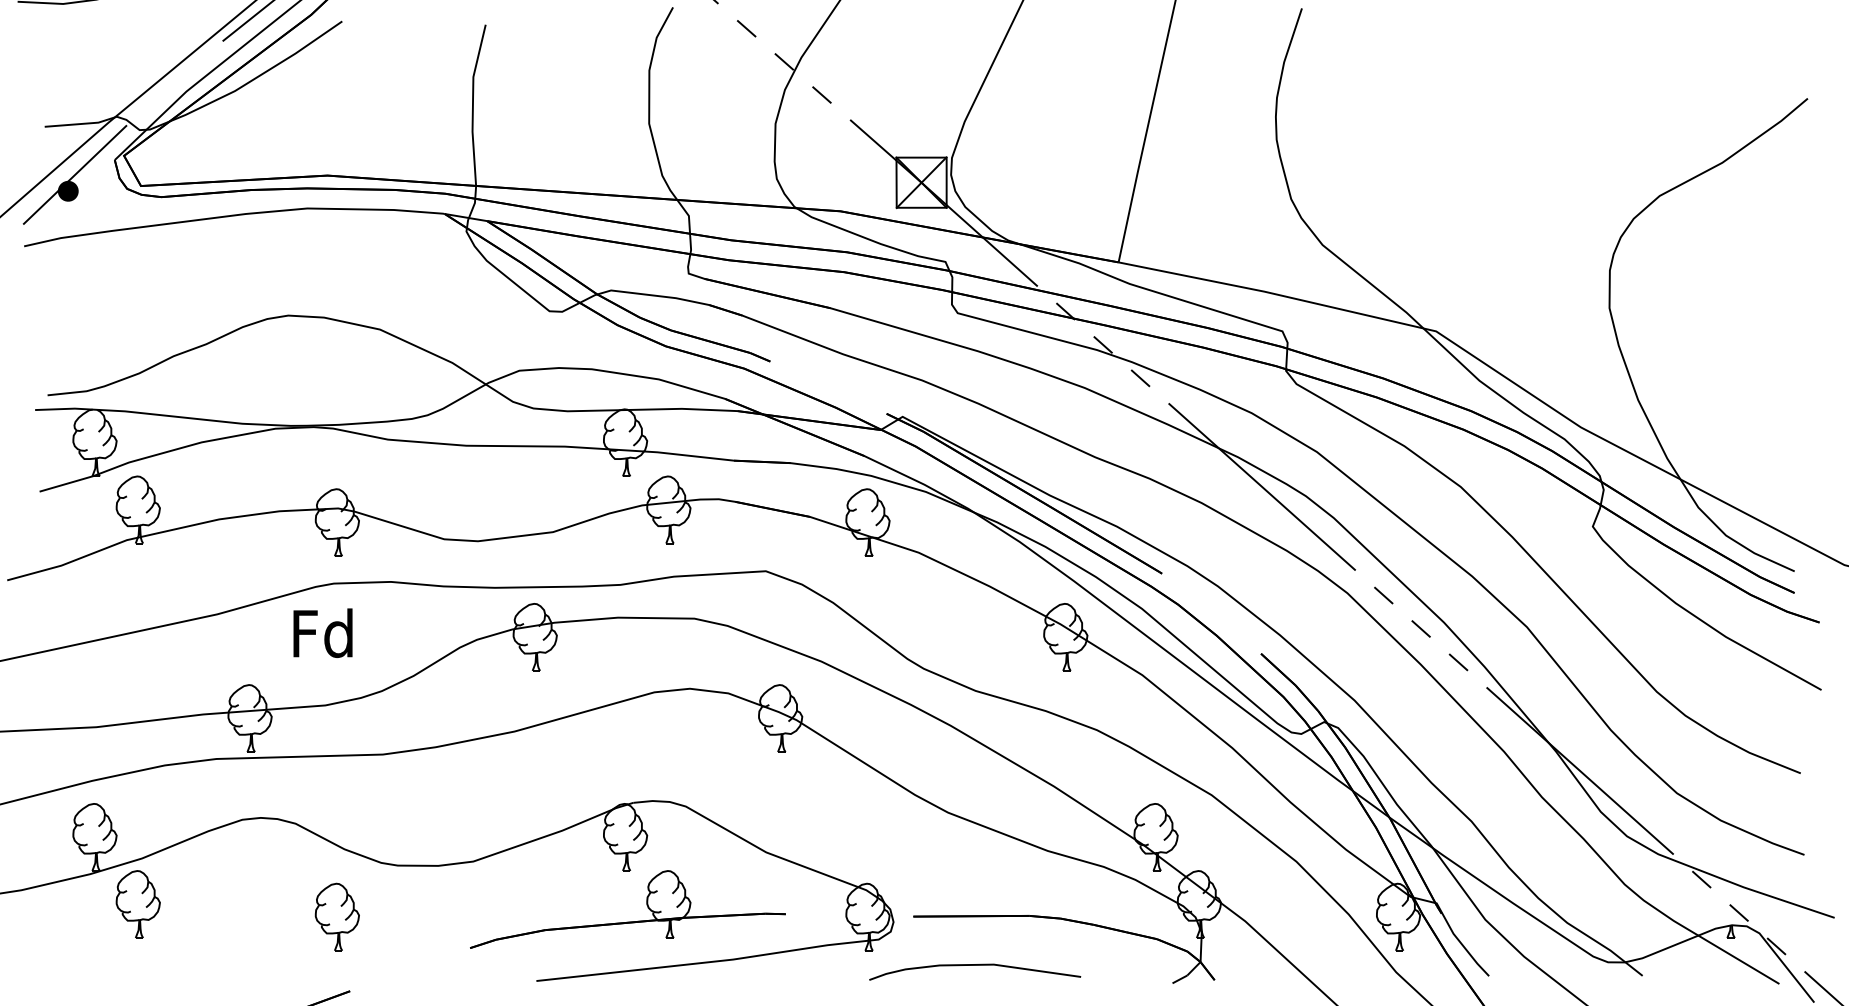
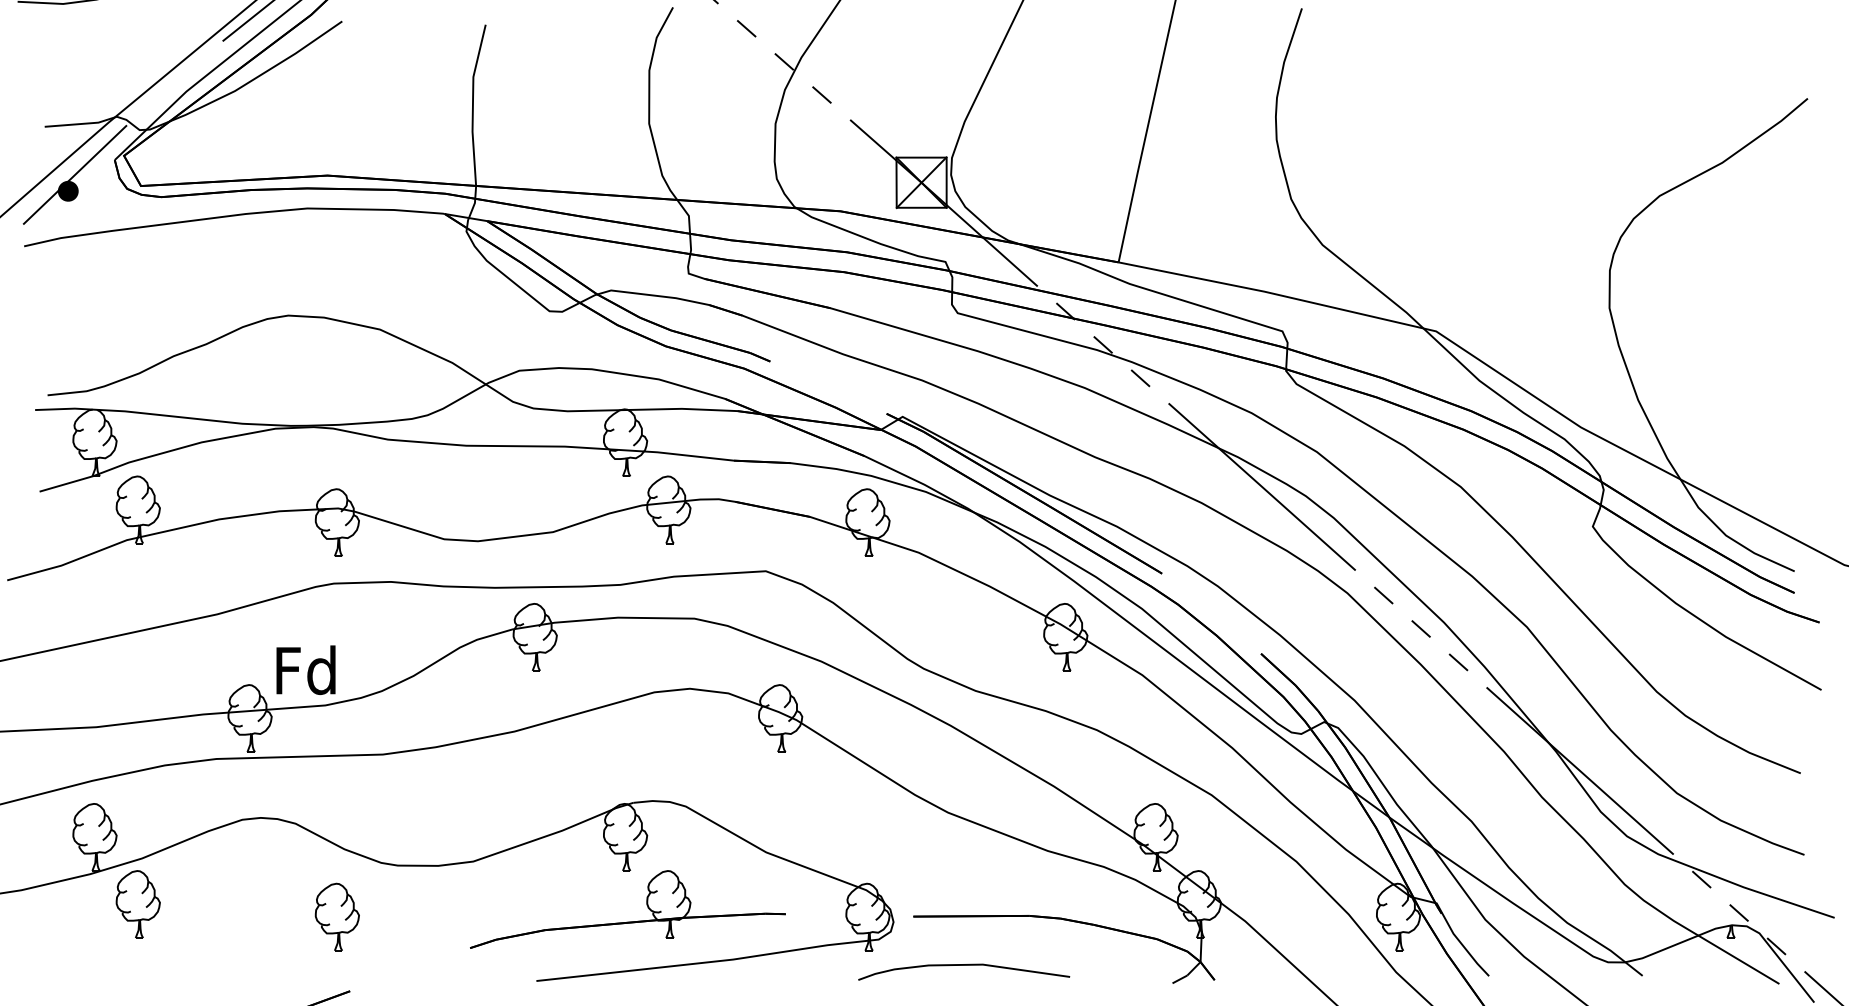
text at (322, 632) position: (322, 632) -> (305, 669)
curve at (975, 965) position: (975, 965) -> (964, 965)
